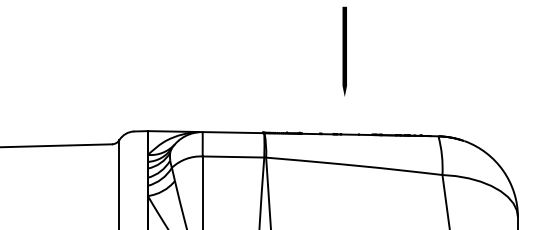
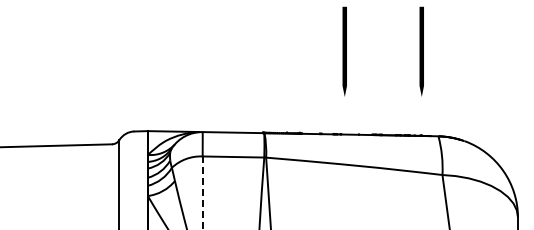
line at (421, 51): none -> present
line at (202, 193): solid -> dashed
